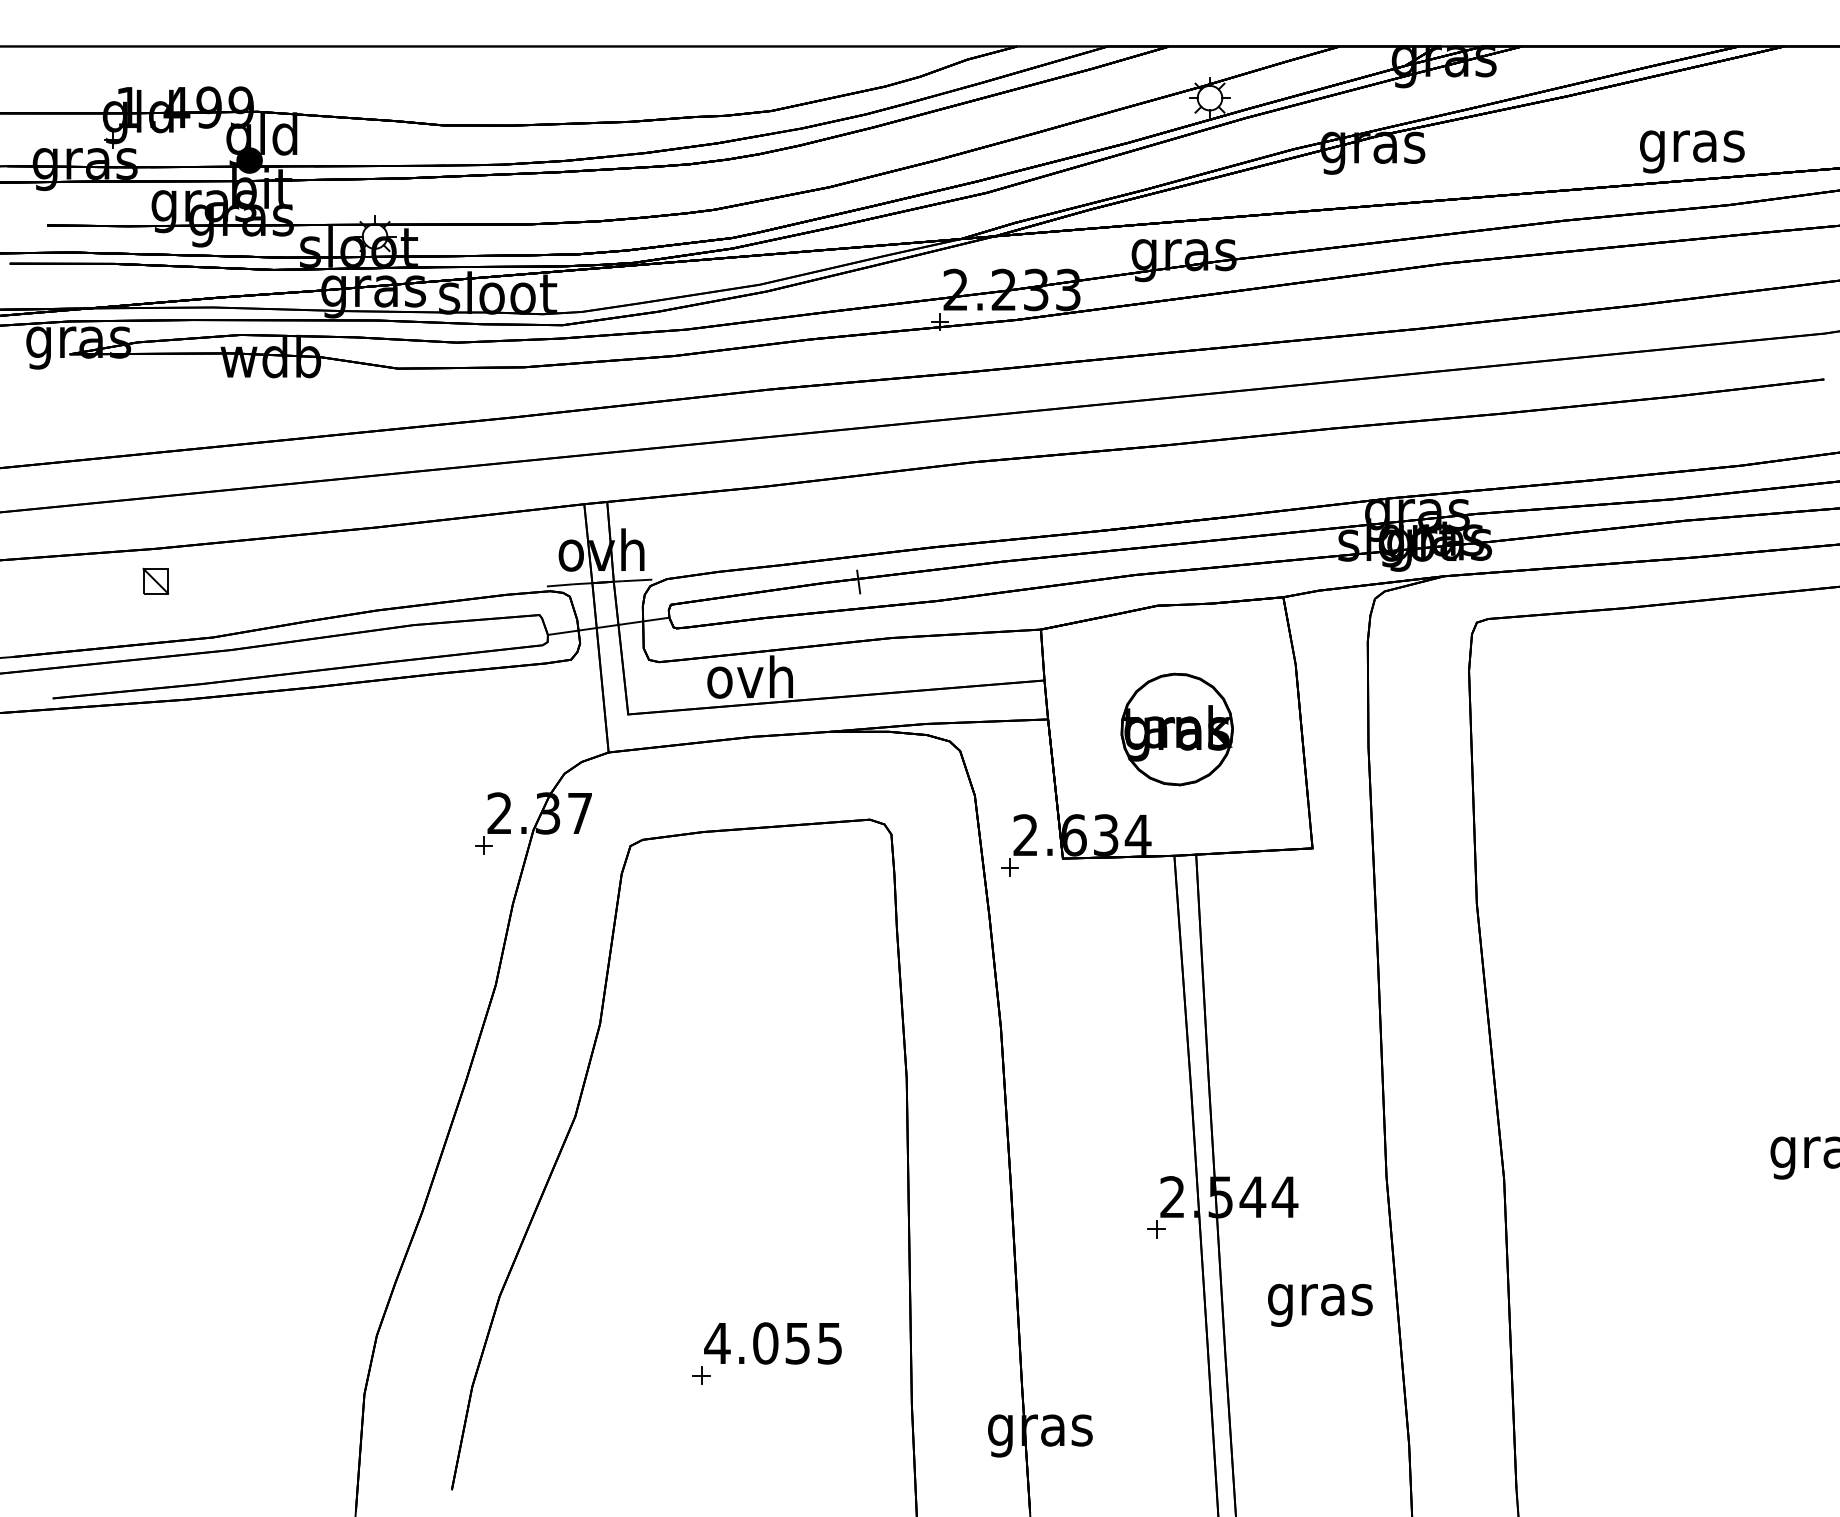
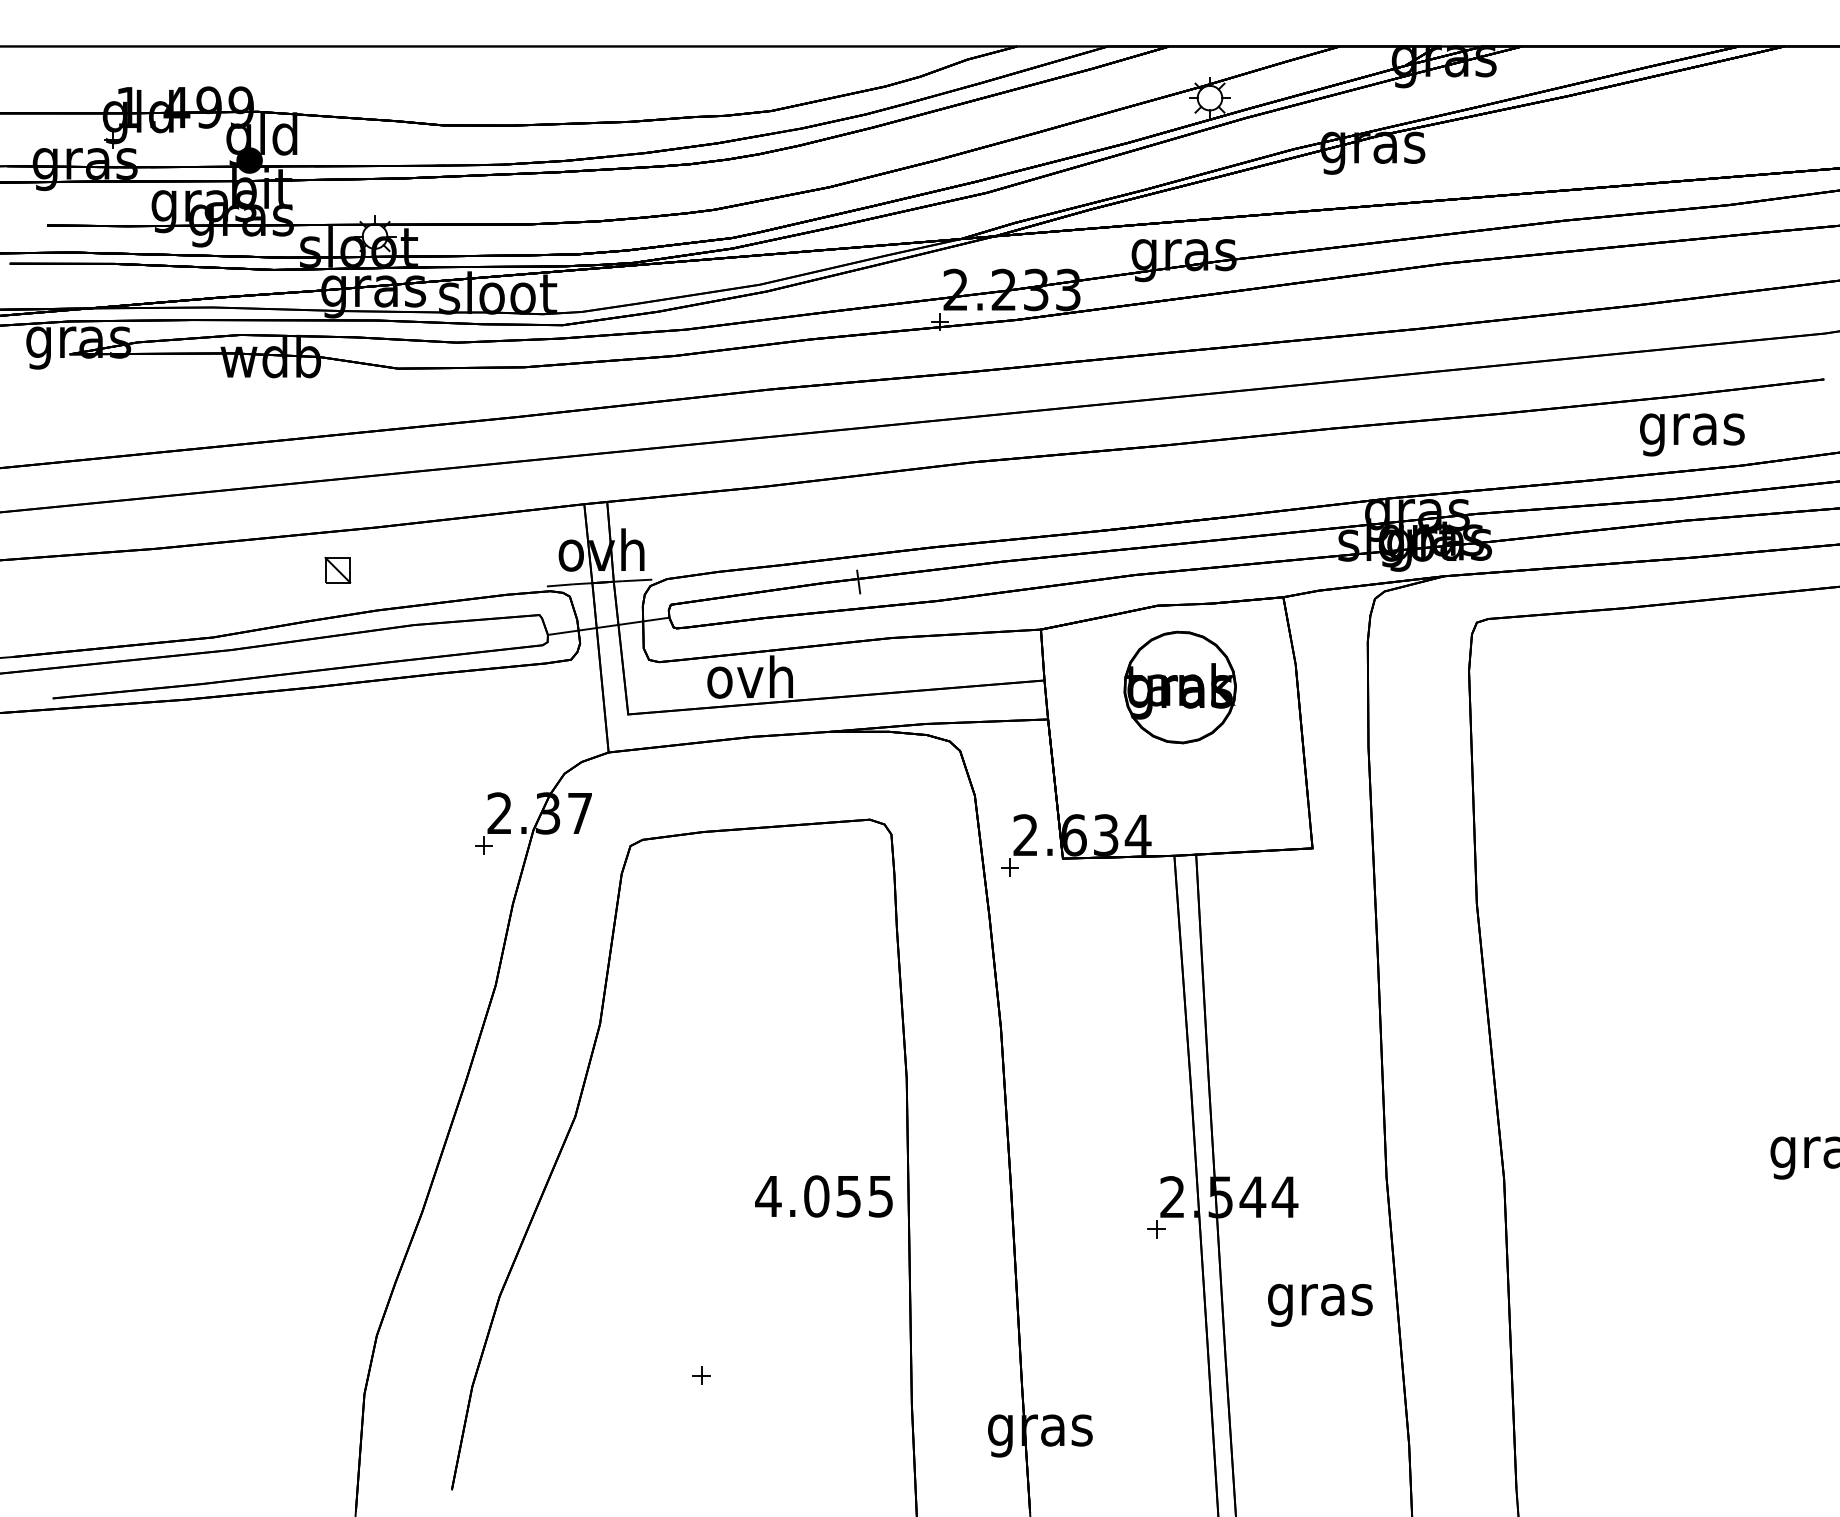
text at (1692, 151) position: (1692, 151) -> (1692, 434)
part at (155, 580) position: (155, 580) -> (337, 569)
part at (1176, 729) position: (1176, 729) -> (1179, 687)
text at (772, 1343) position: (772, 1343) -> (823, 1196)
